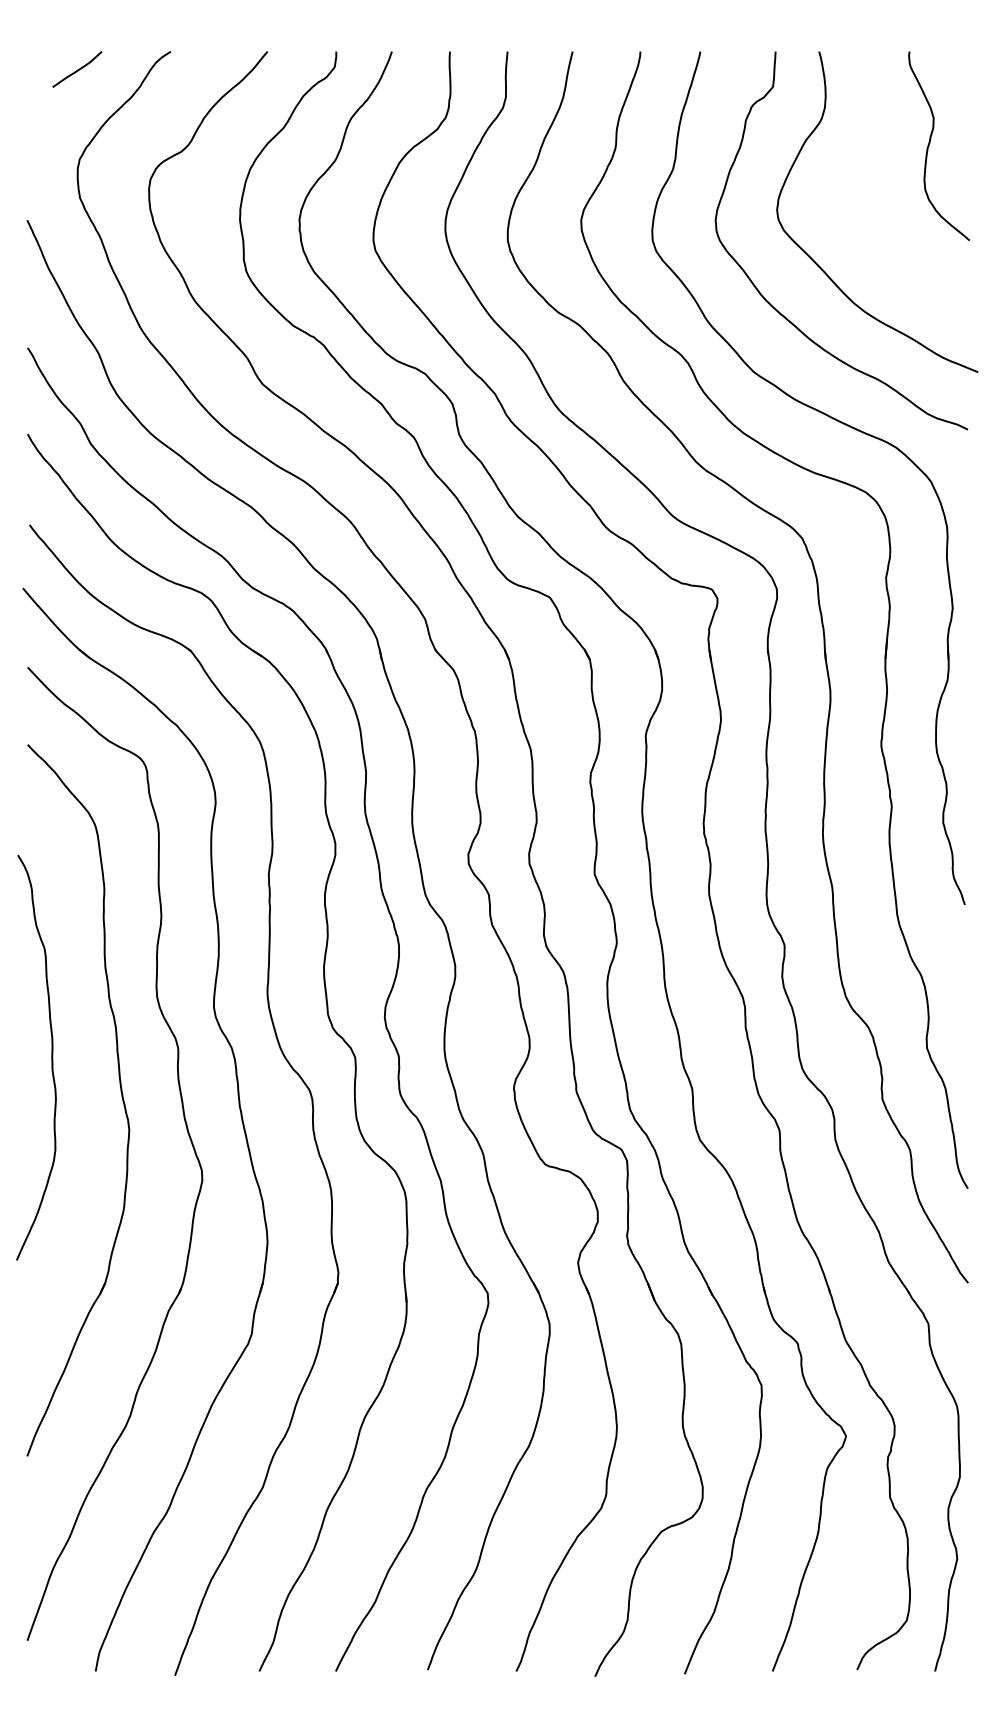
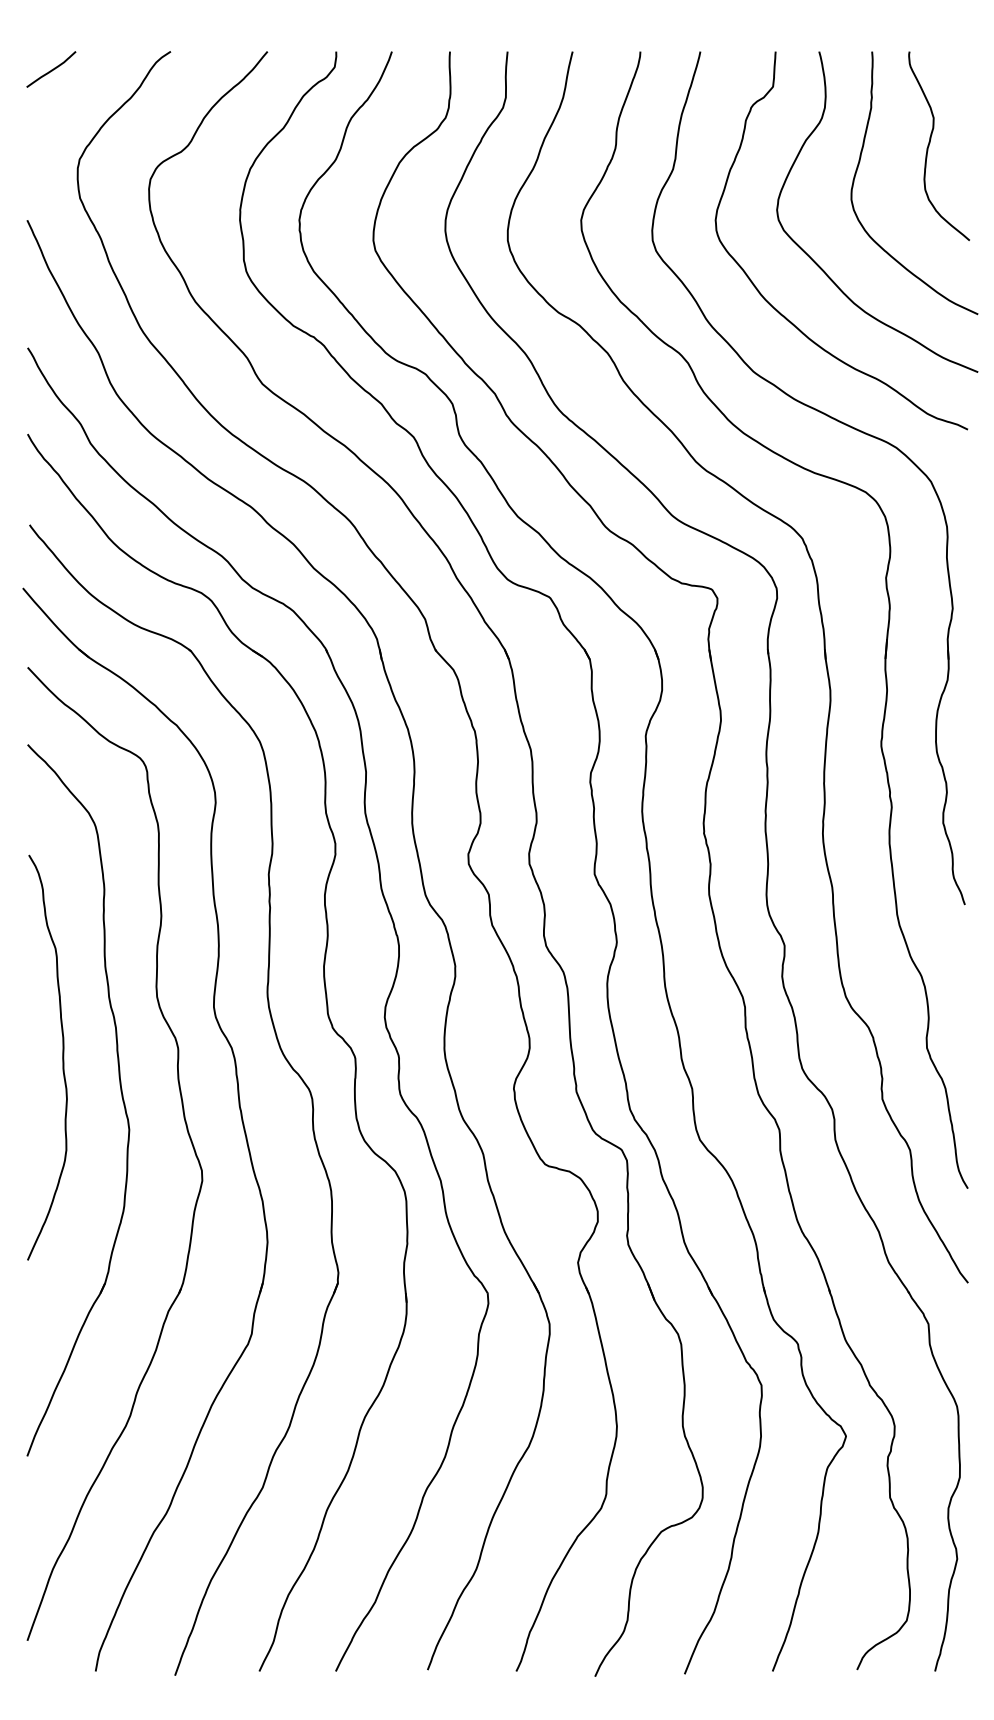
curve at (77, 69) position: (77, 69) -> (51, 69)
curve at (859, 165): none -> present
curve at (51, 1057) position: (51, 1057) -> (62, 1057)
